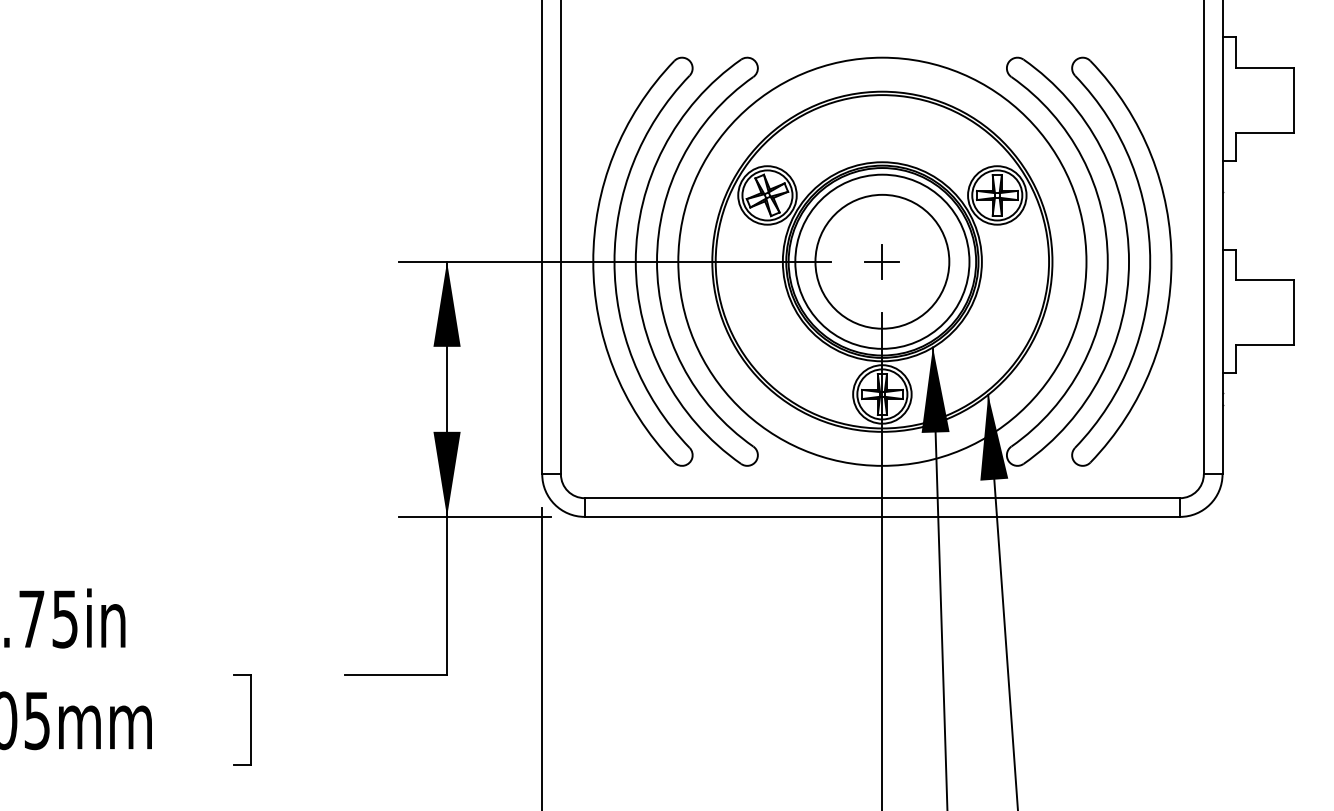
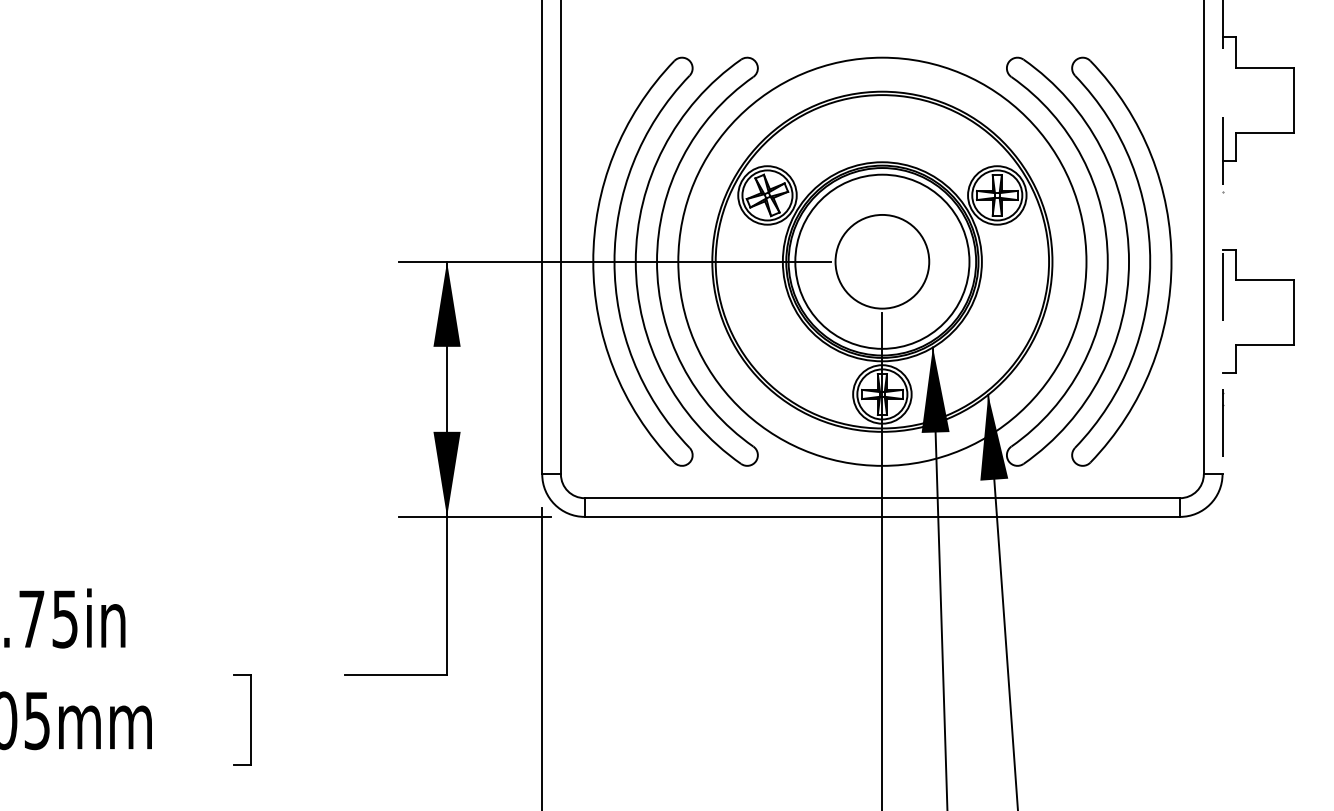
line at (1222, 237): solid -> dashed
part at (881, 261): present -> none
circle at (882, 261) diameter: 134 px -> 94 px
